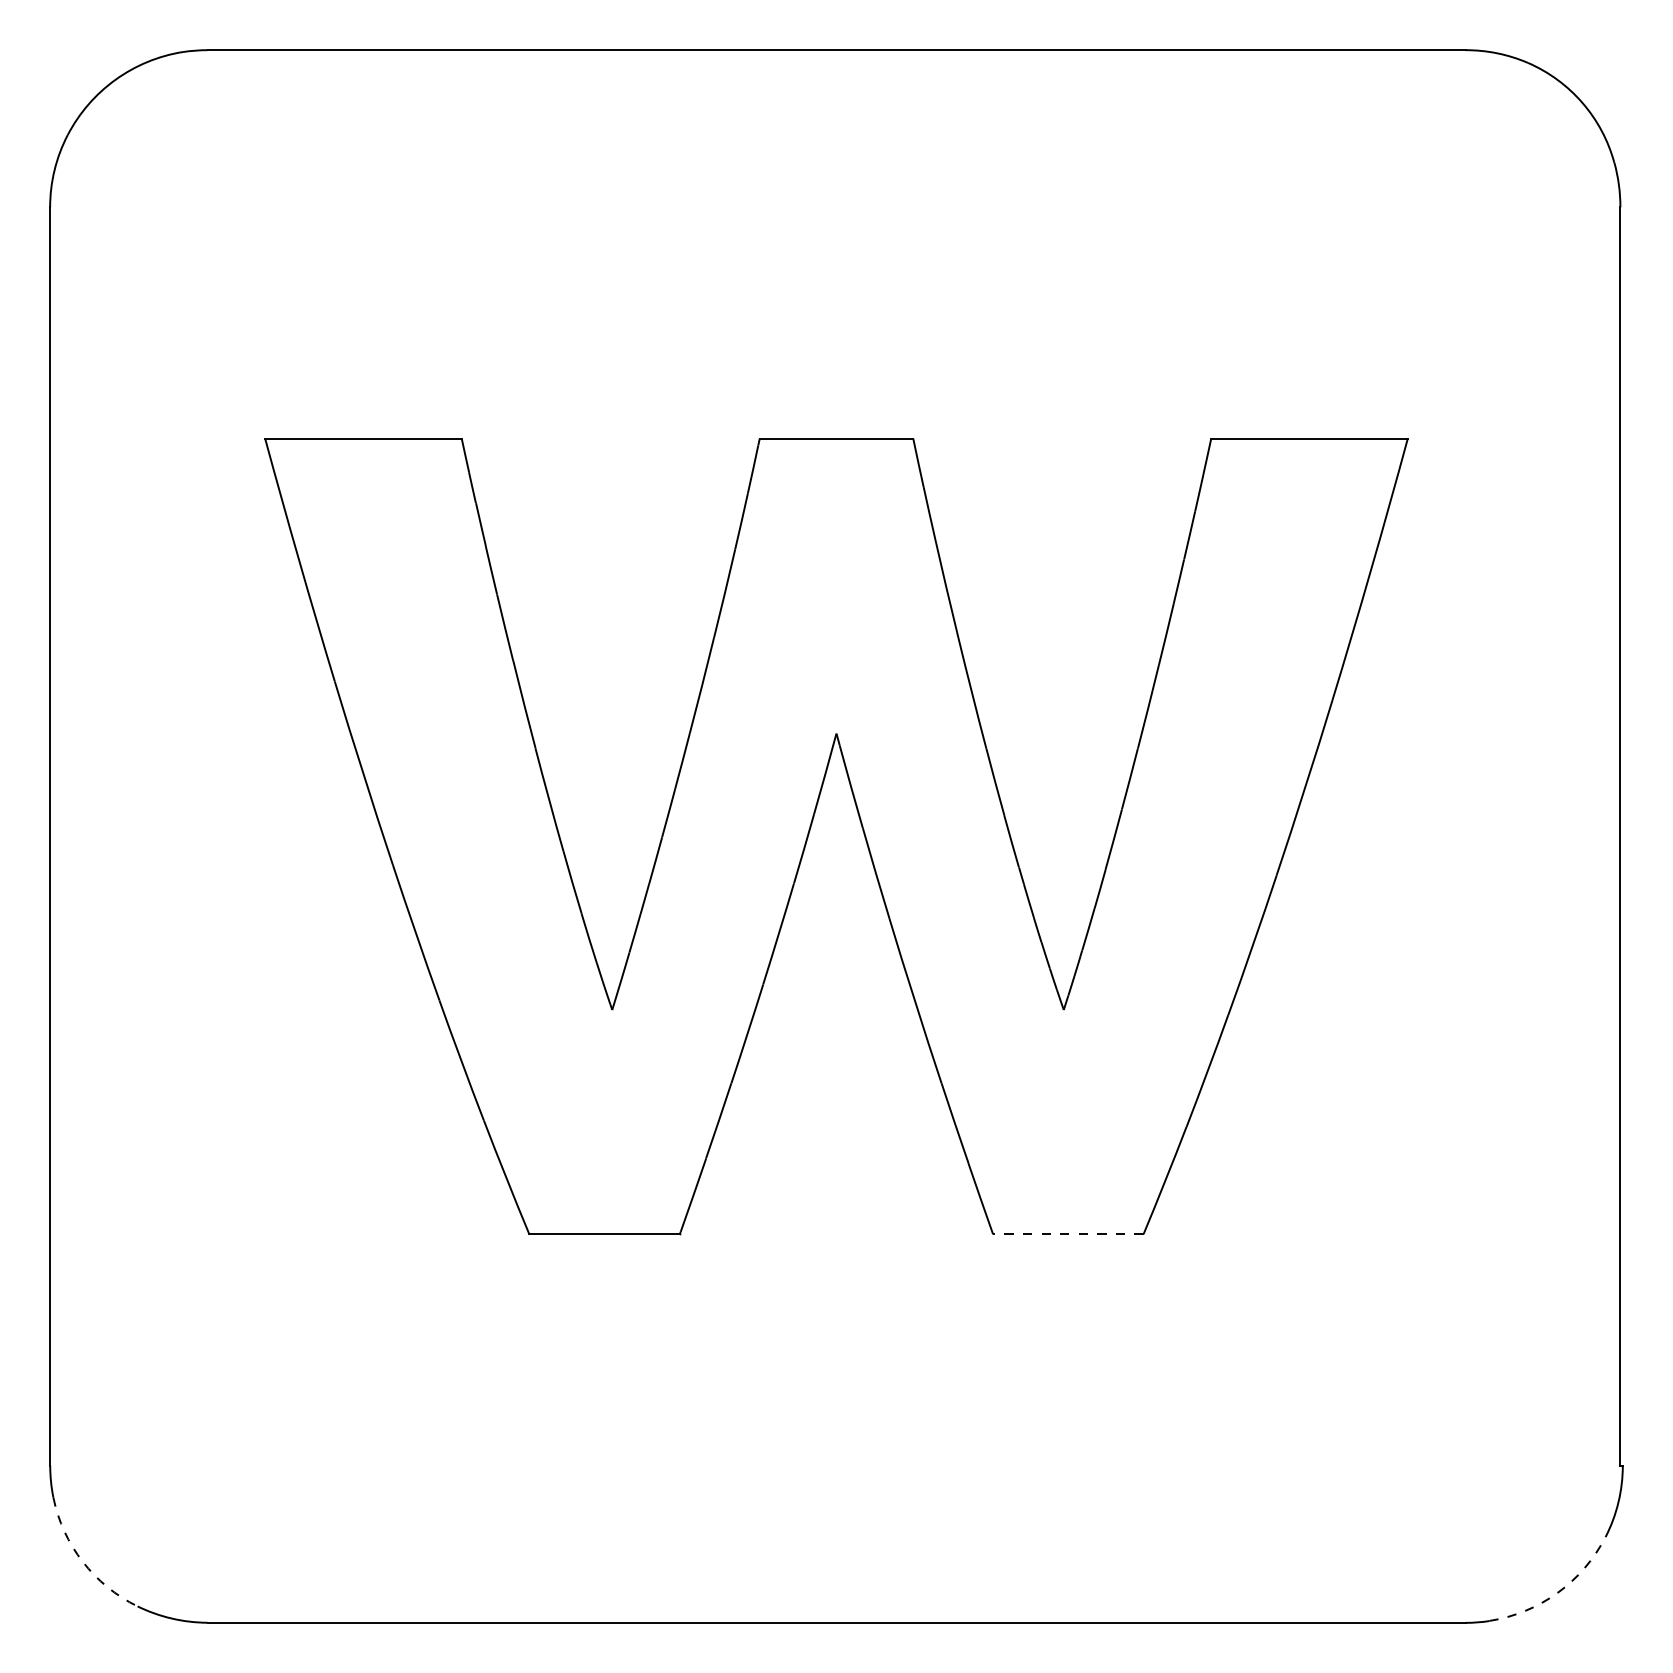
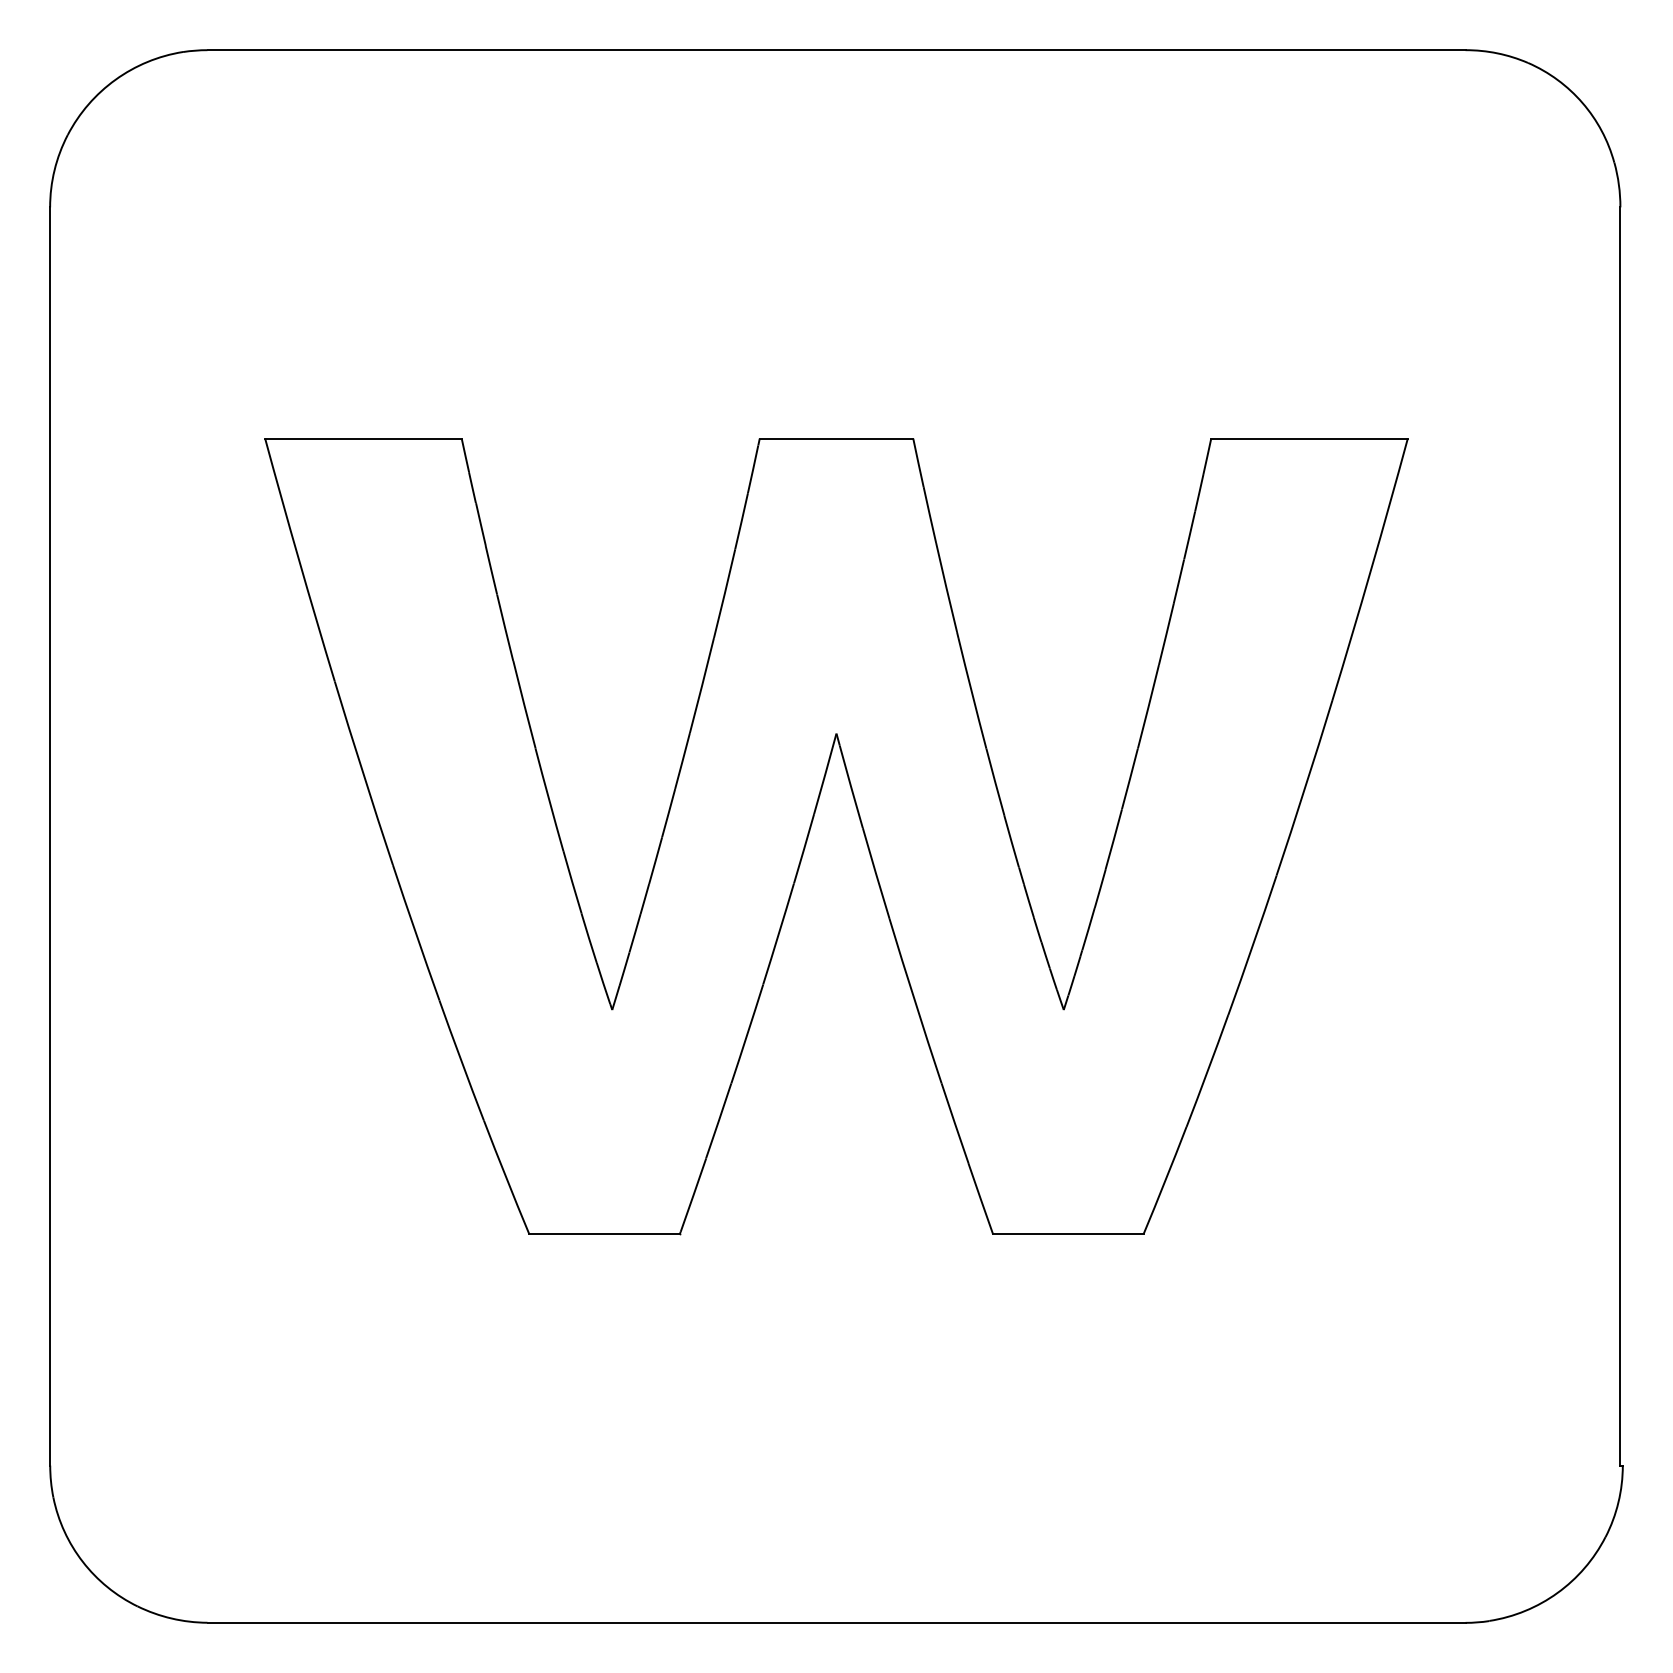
line at (1067, 1234): dashed -> solid
arc at (82, 1561): dashed -> solid
arc at (1557, 1593): dashed -> solid
